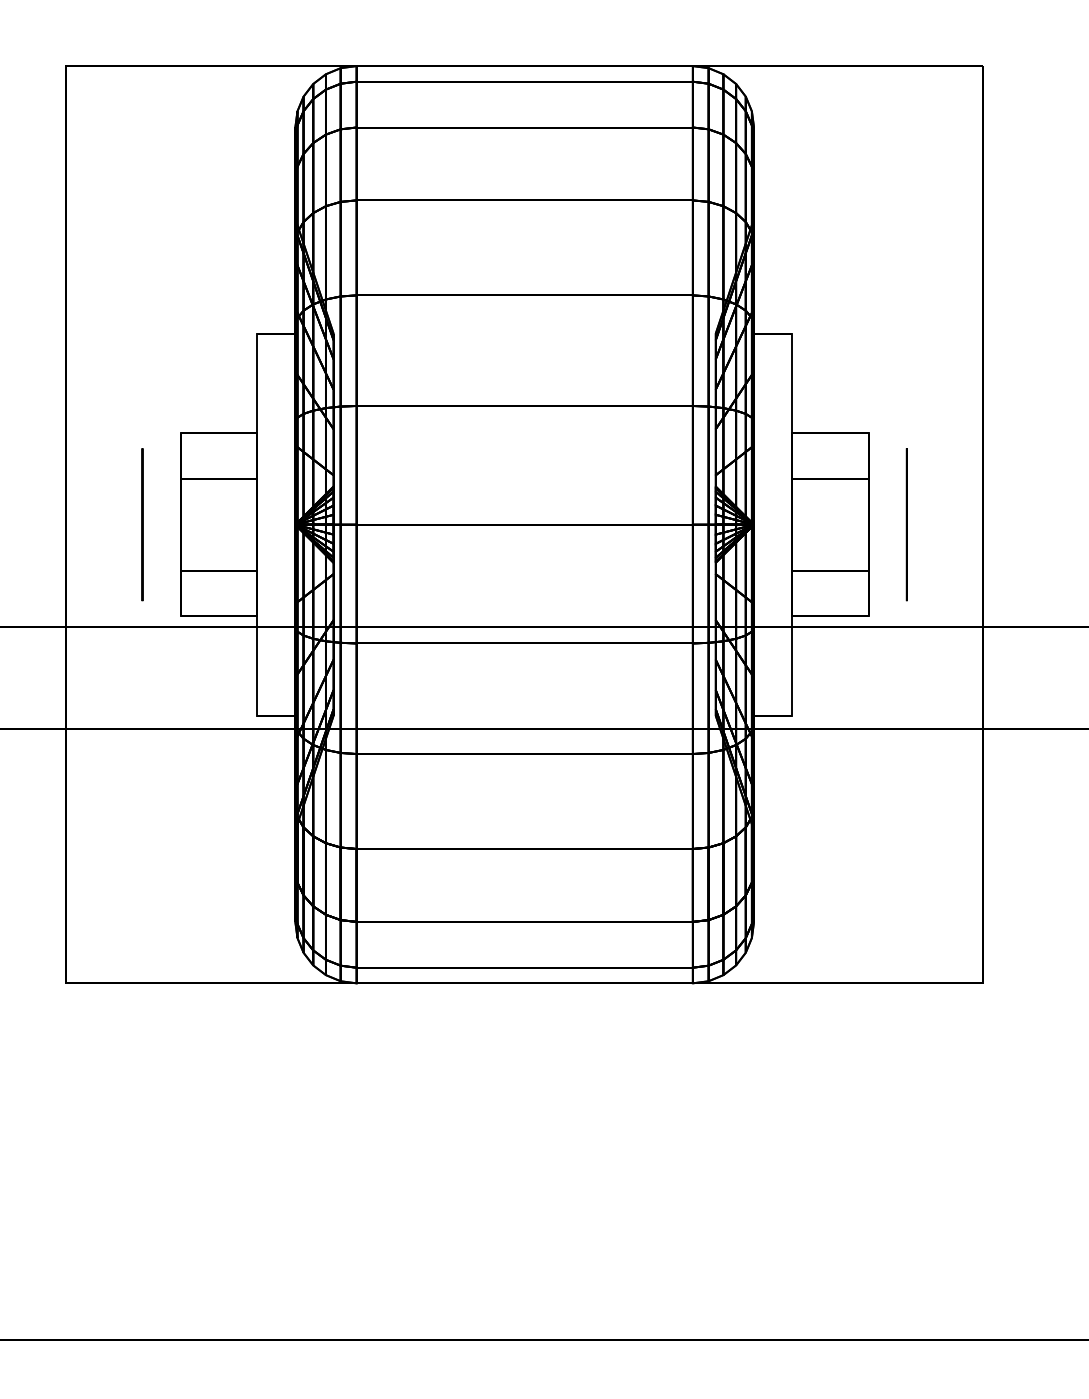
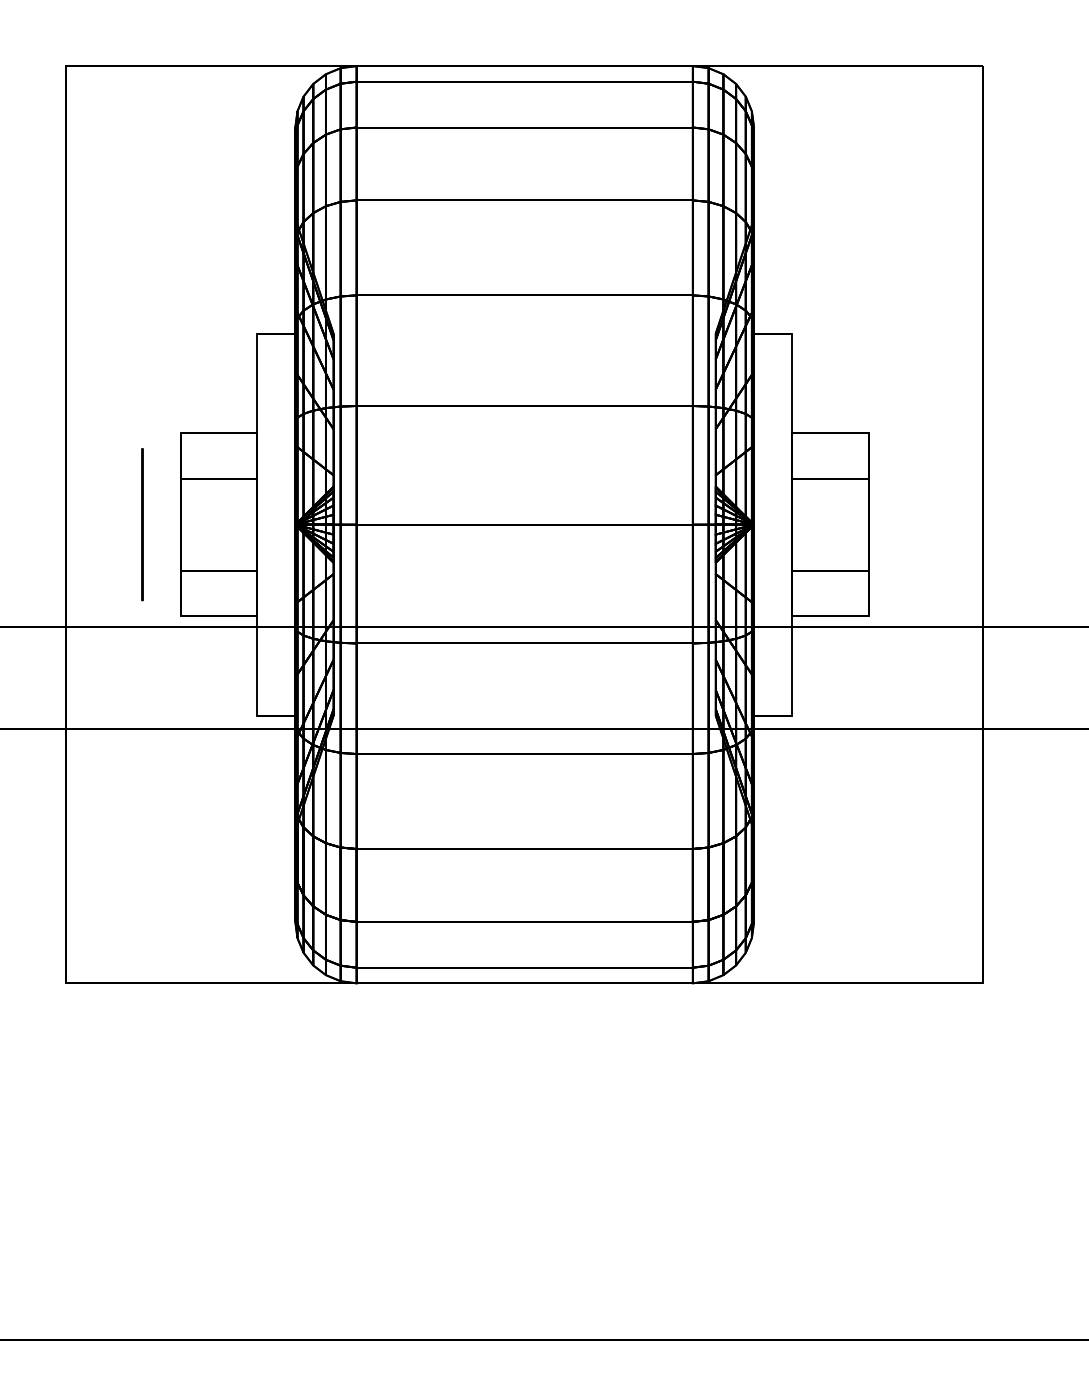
circle at (906, 524): present -> none
